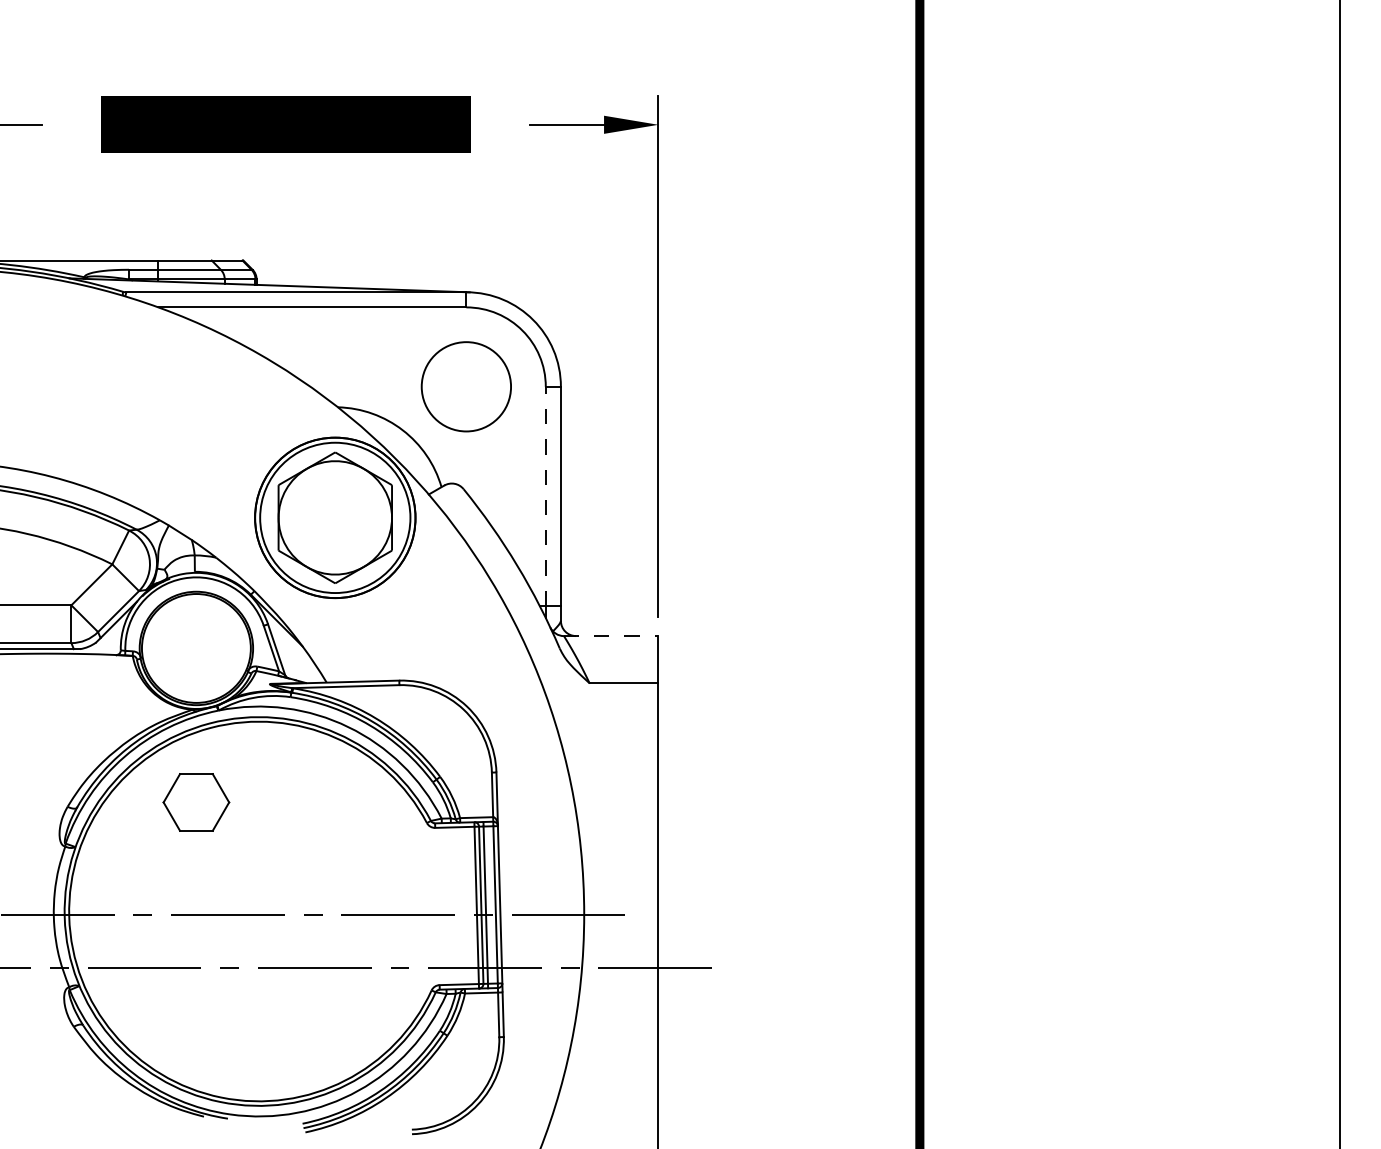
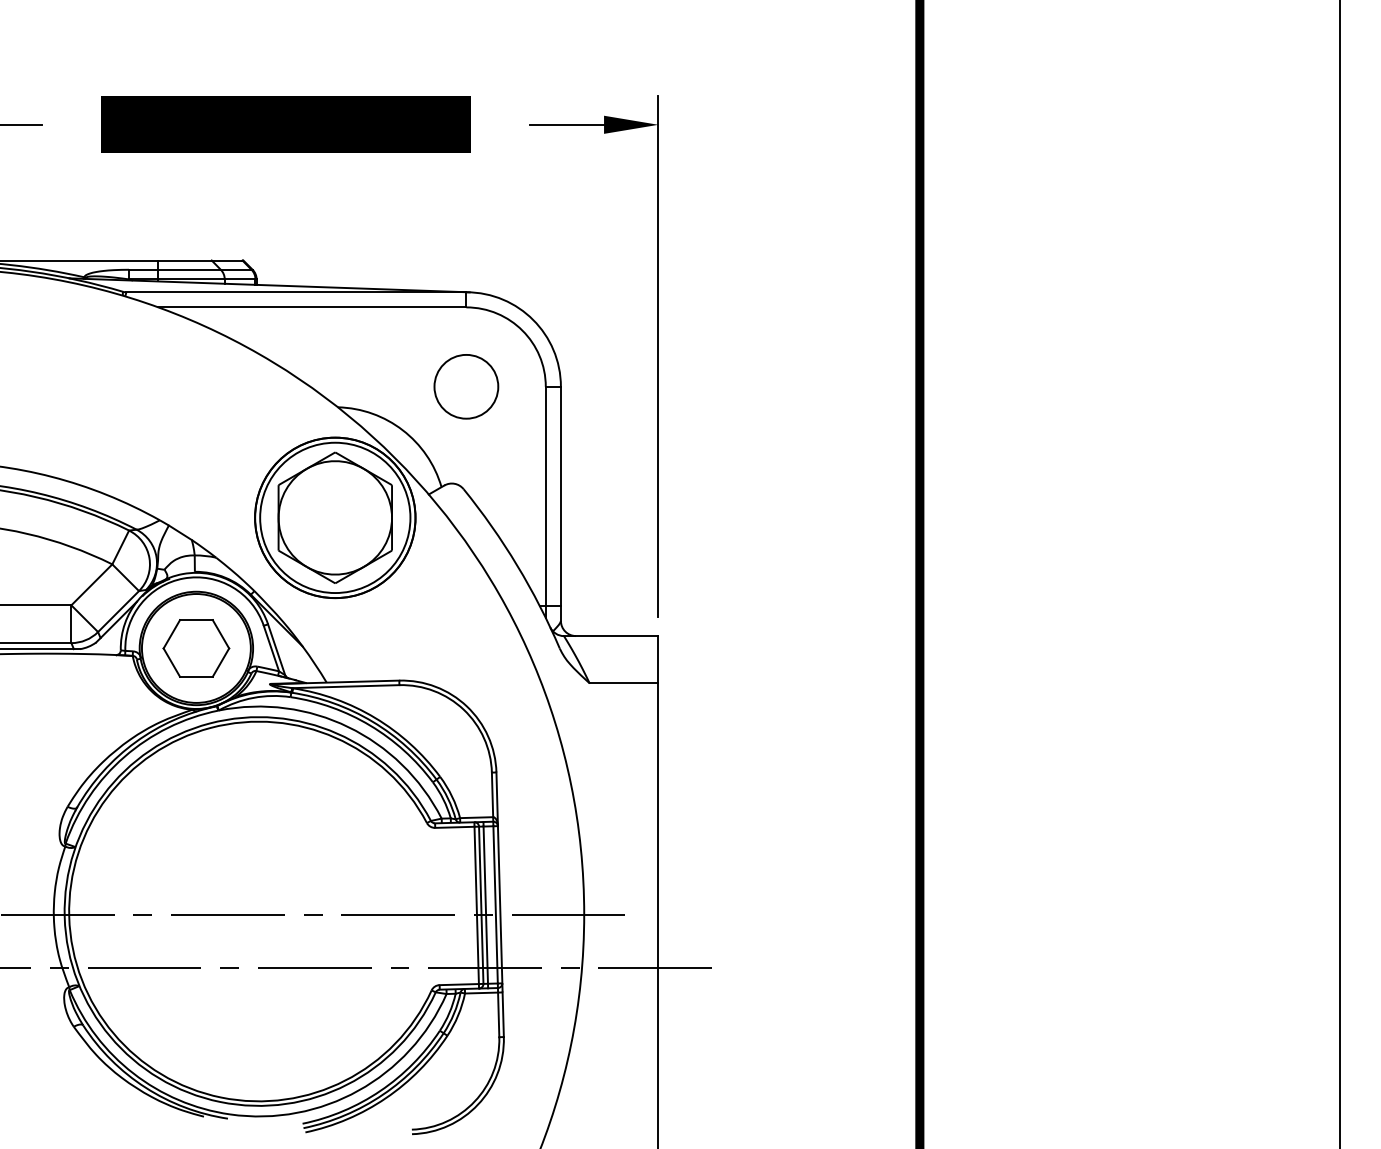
circle at (466, 386) diameter: 89 px -> 64 px
line at (545, 496): dashed -> solid
line at (611, 636): dashed -> solid
part at (196, 802) position: (196, 802) -> (196, 648)
